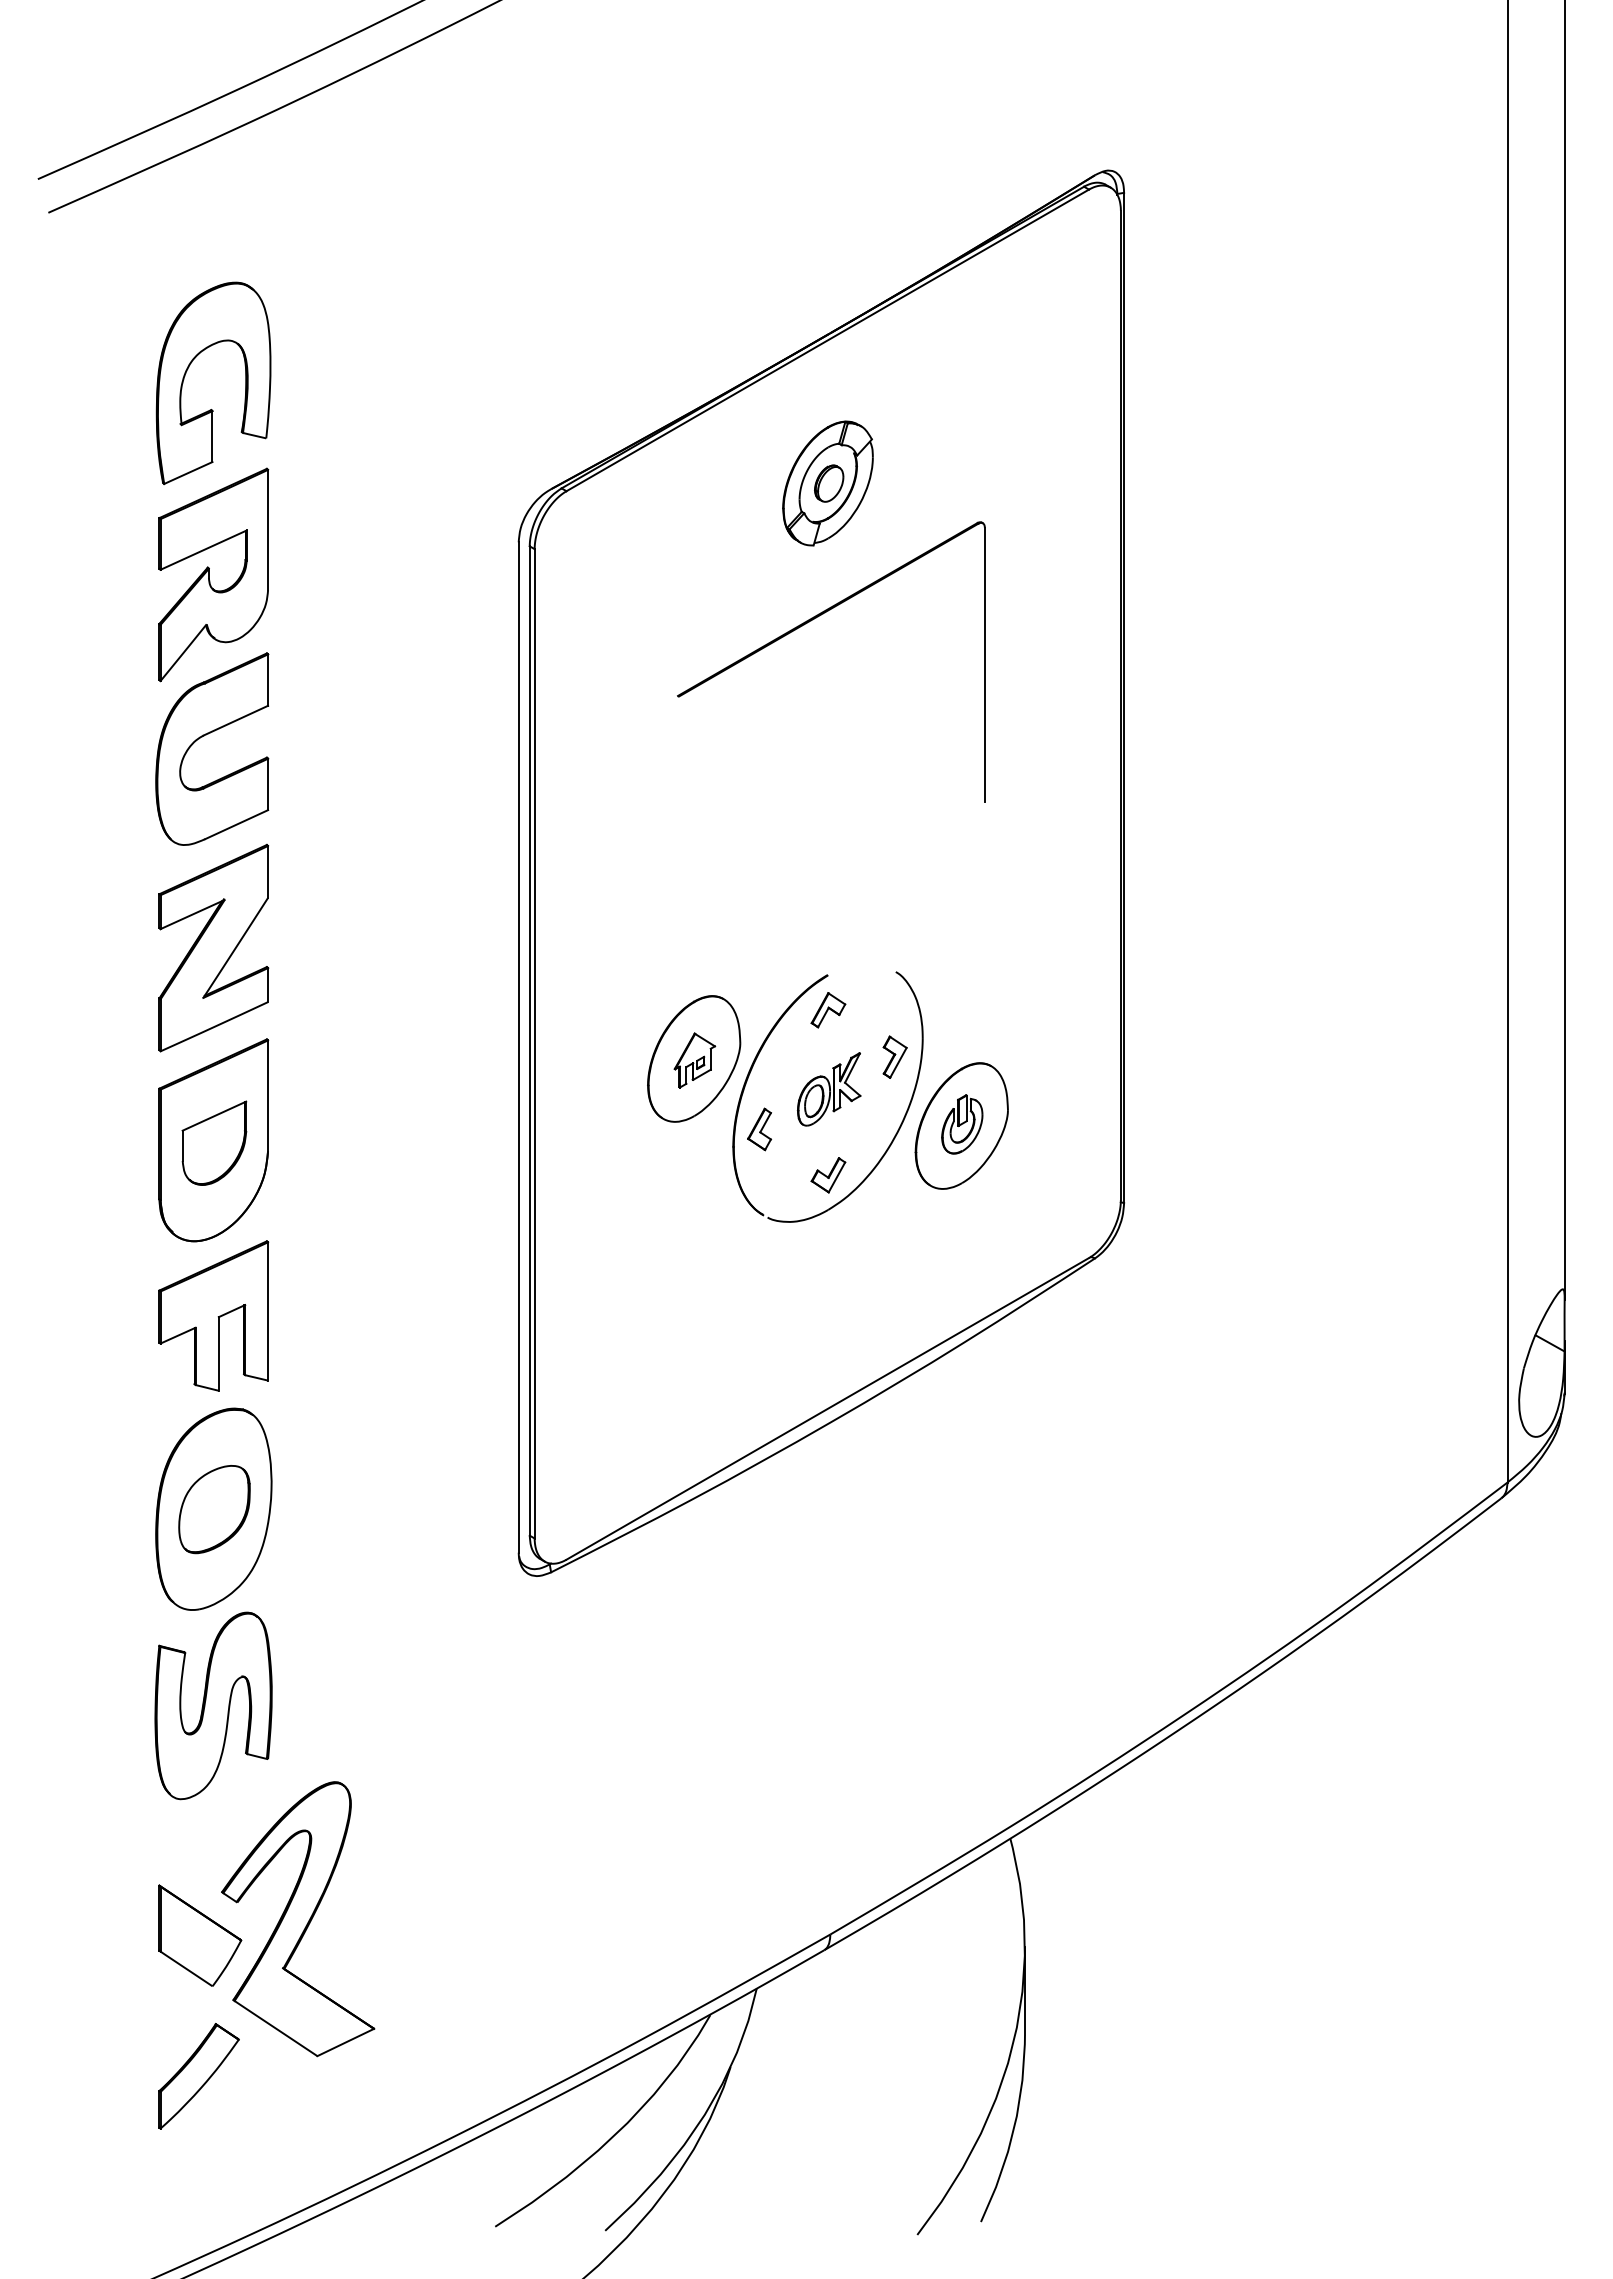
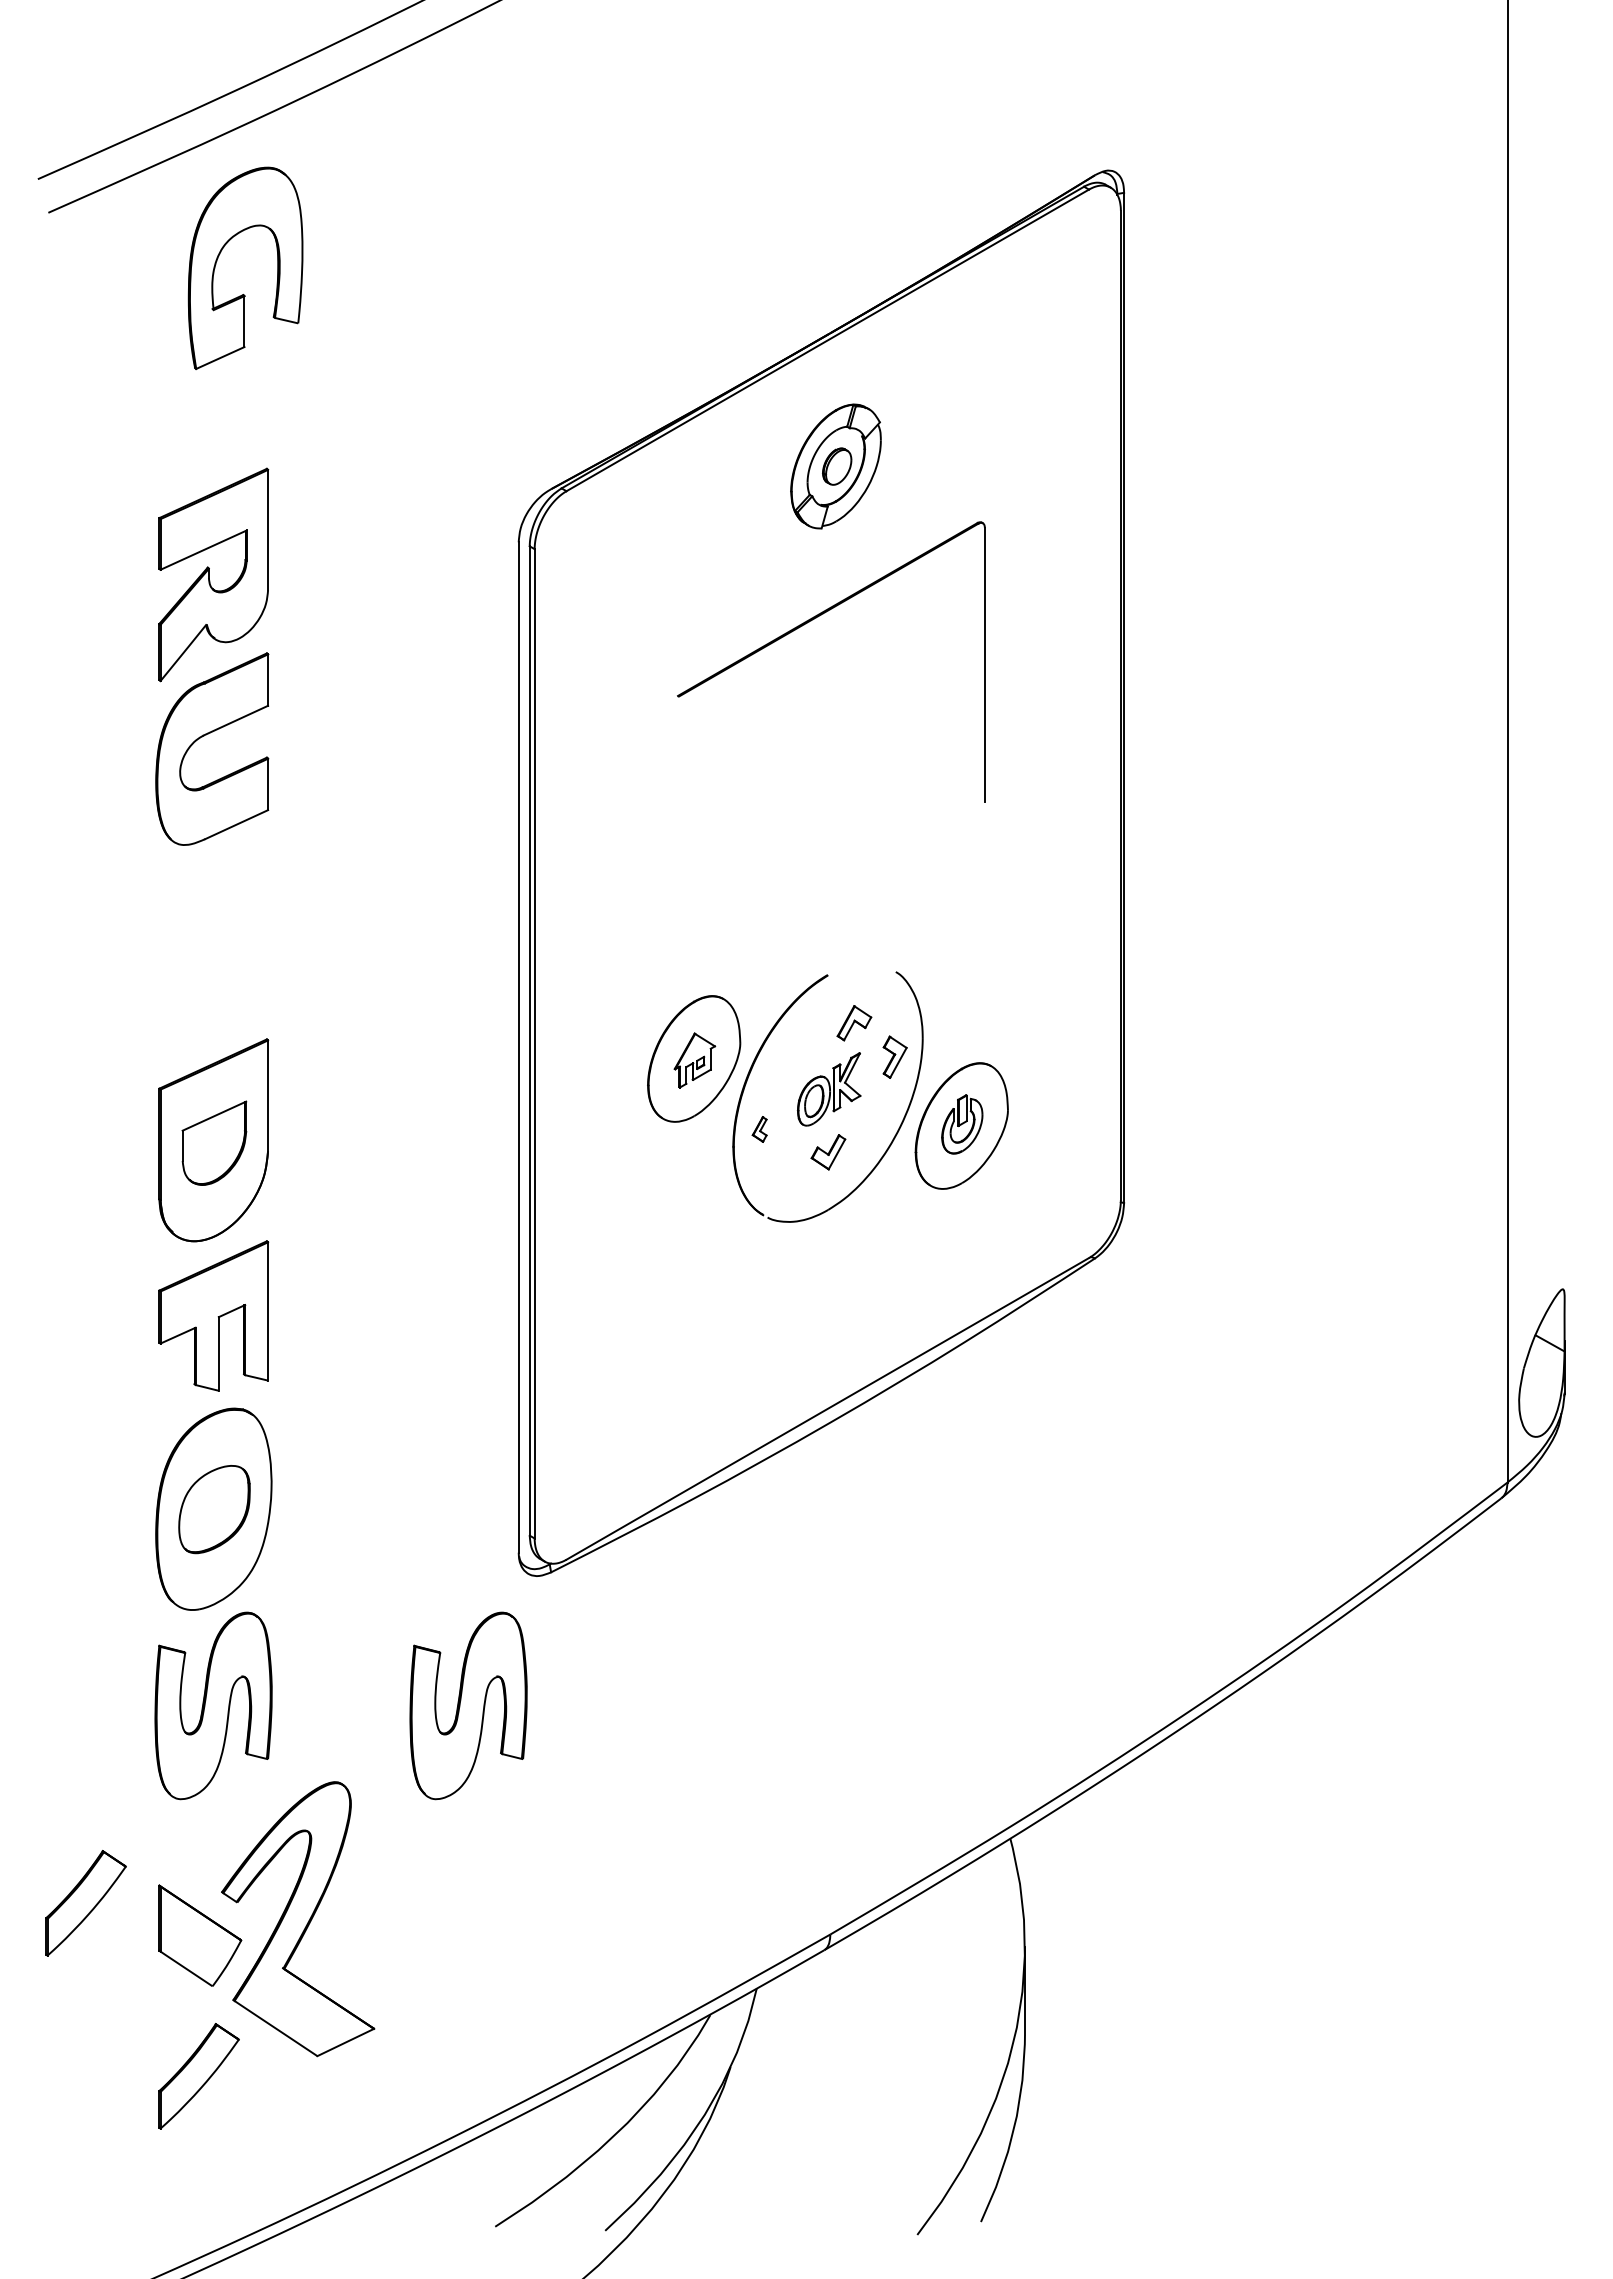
part at (212, 409) position: (212, 409) -> (244, 294)
part at (827, 483) position: (827, 483) -> (835, 466)
line at (1564, 650): present -> none
part at (213, 947): present -> none
part at (828, 1010) position: (828, 1010) -> (854, 1023)
part at (759, 1129) size: 26x45 px -> 17x27 px
part at (828, 1175) position: (828, 1175) -> (828, 1152)
part at (468, 1705): none -> present
part at (85, 1903): none -> present
